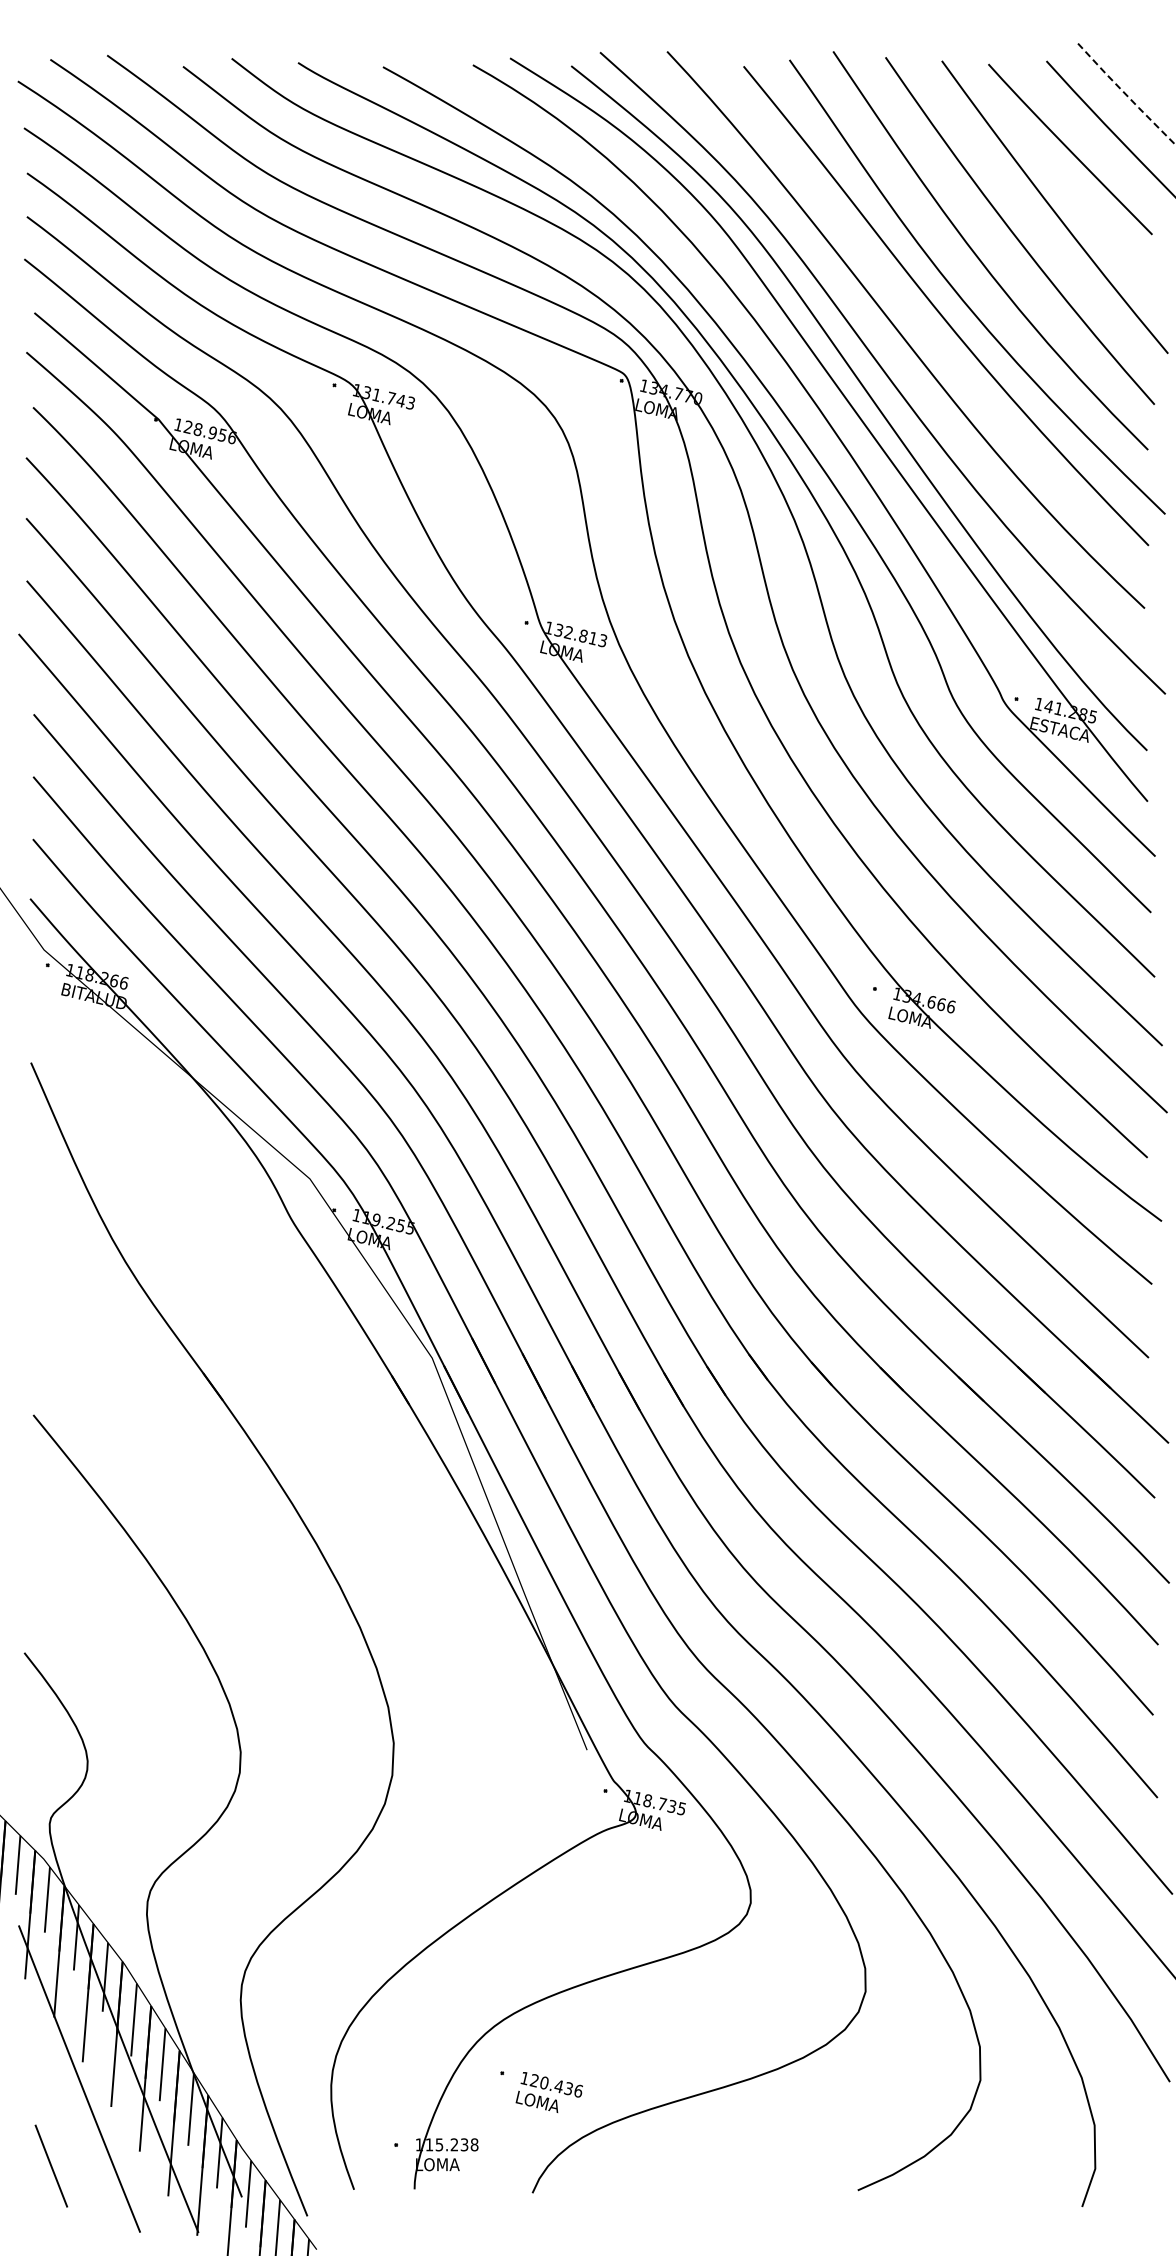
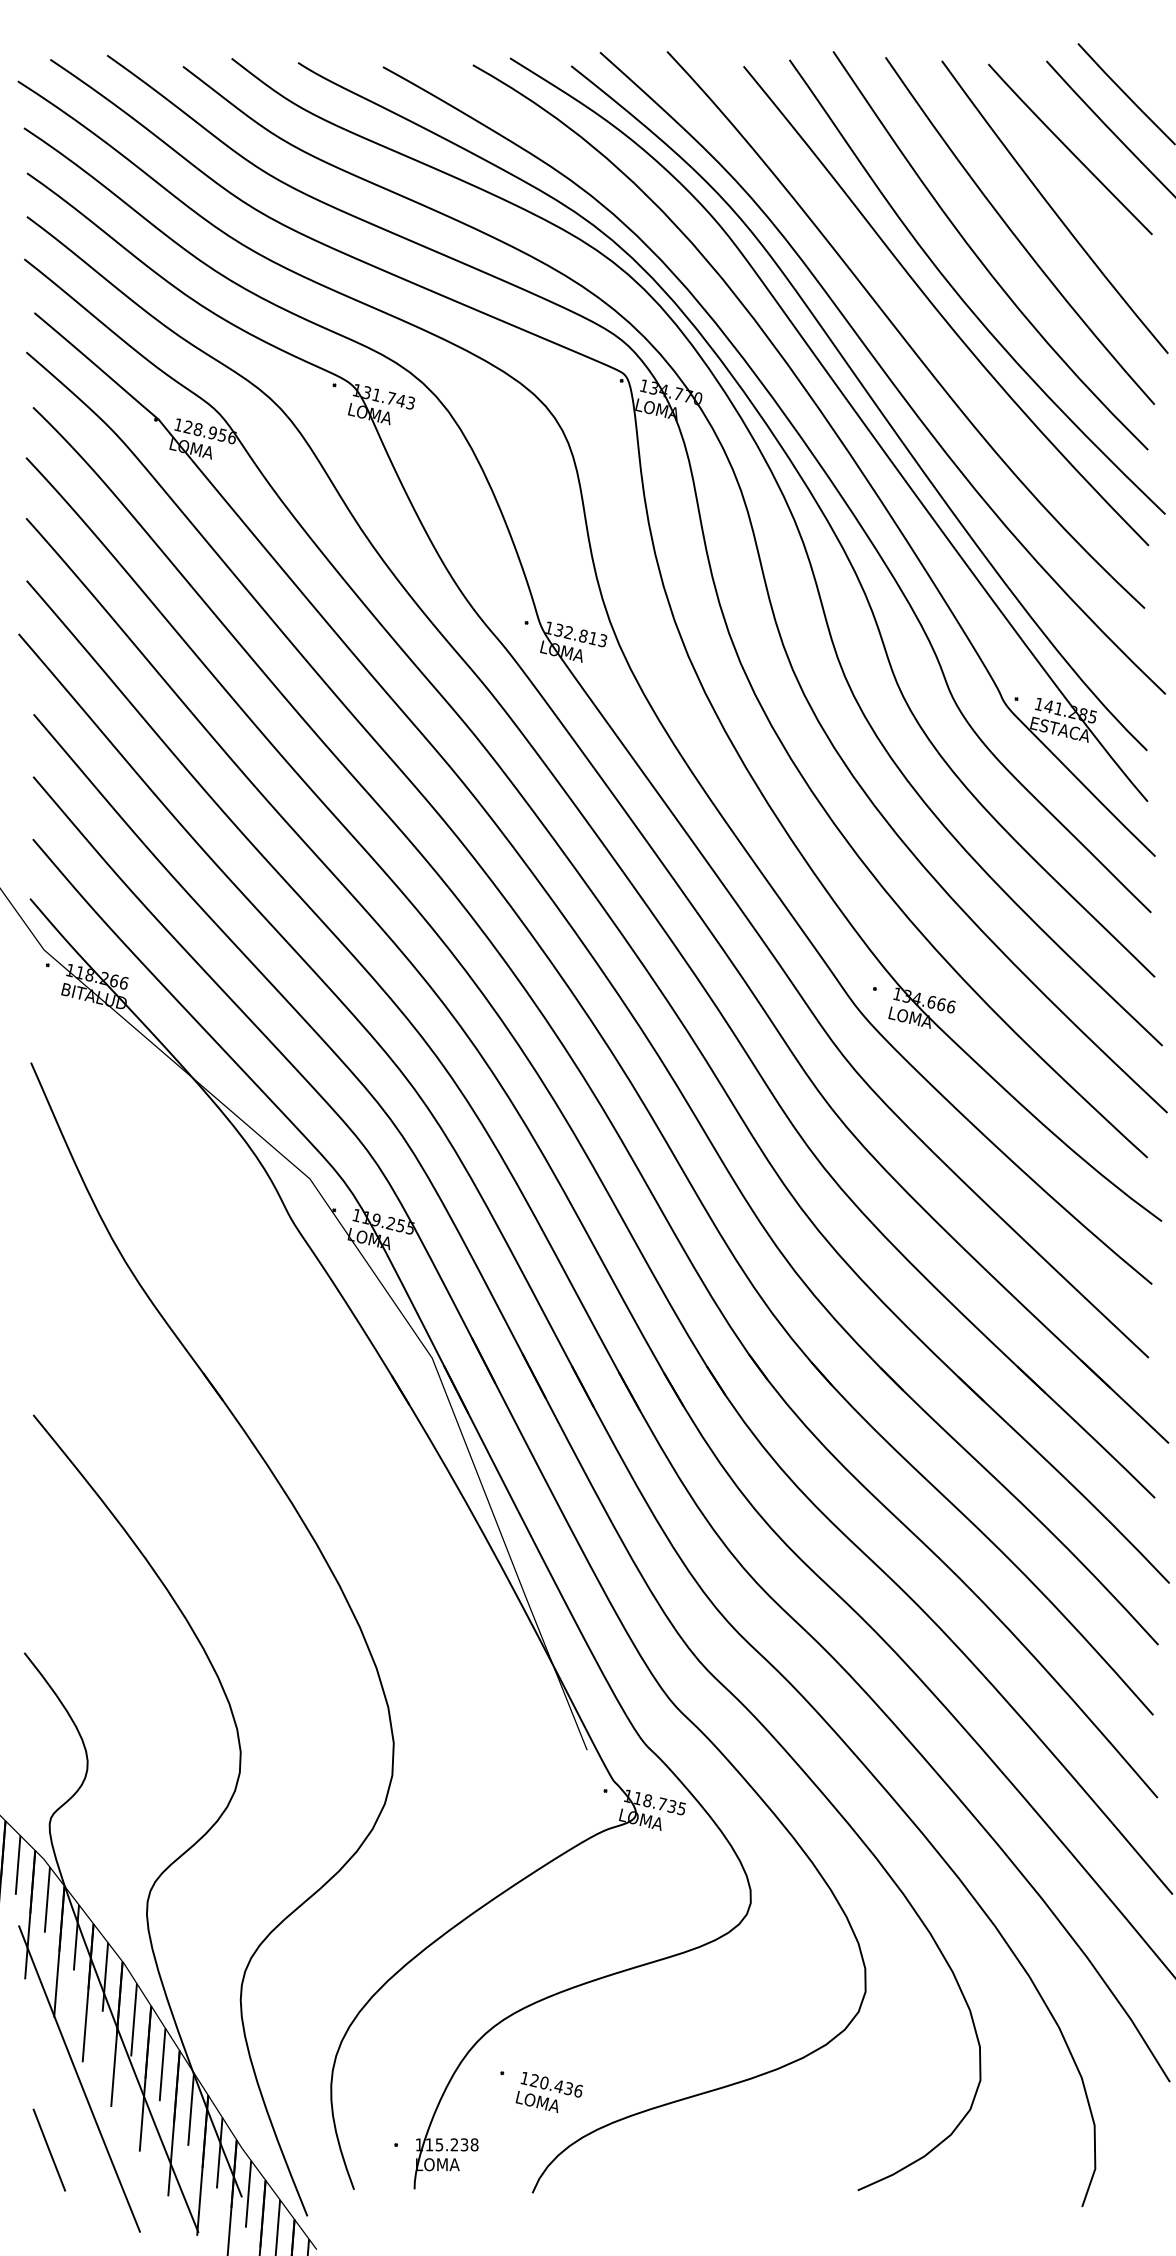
line at (1126, 95): dashed -> solid
line at (51, 2165) position: (51, 2165) -> (49, 2149)
